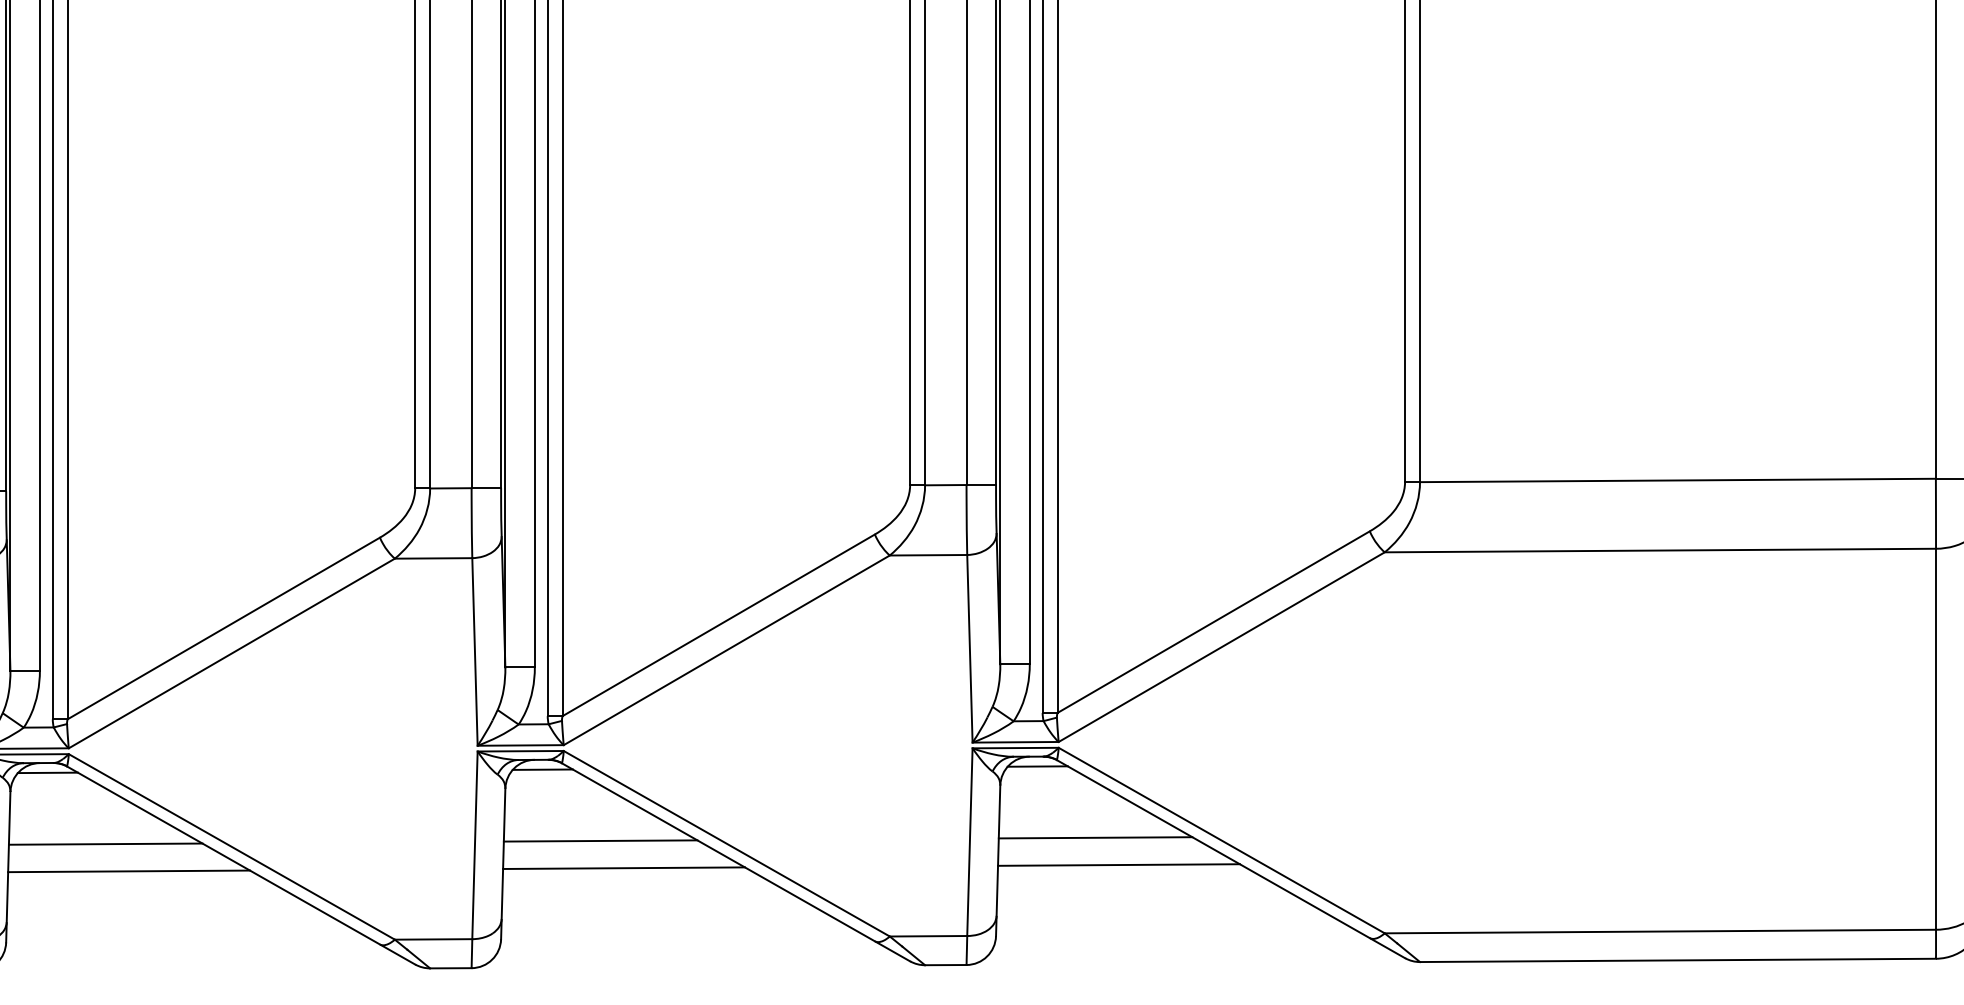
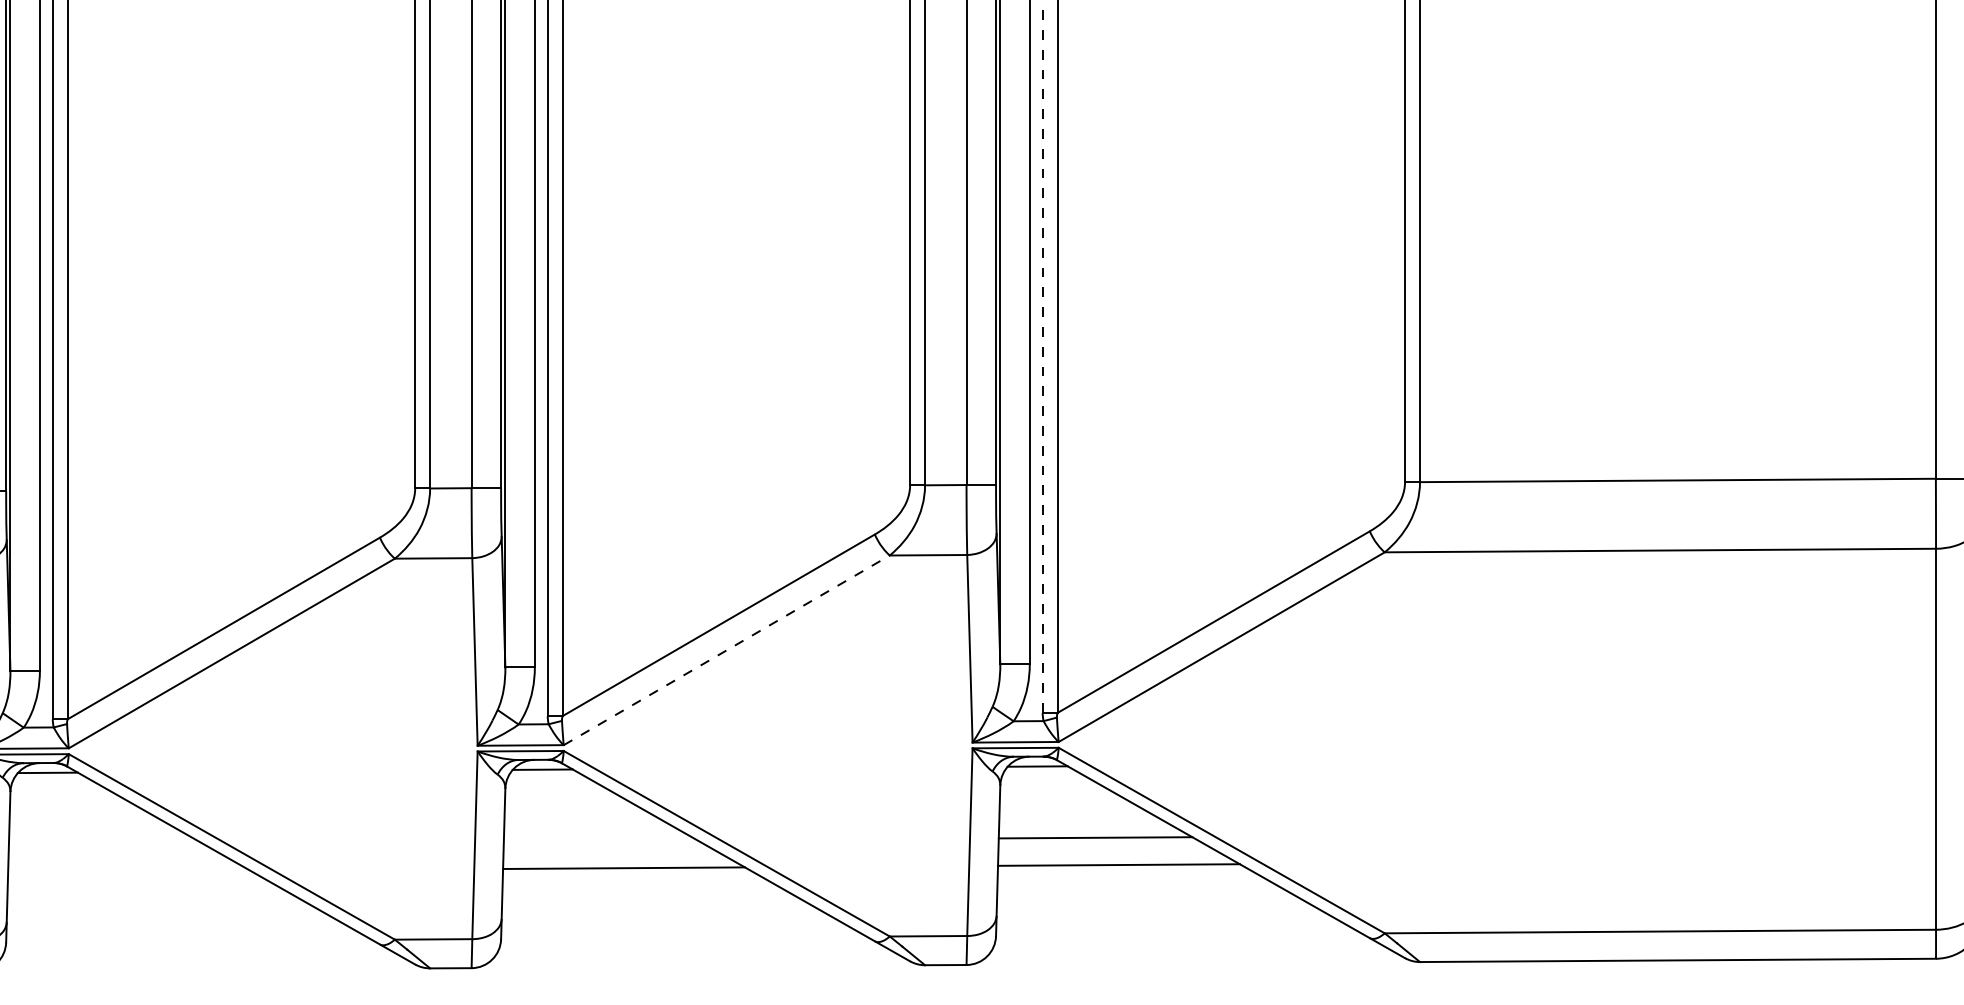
line at (1042, 356): solid -> dashed
line at (726, 650): solid -> dashed
line at (600, 840): present -> none
line at (105, 843): present -> none
line at (129, 871): present -> none
